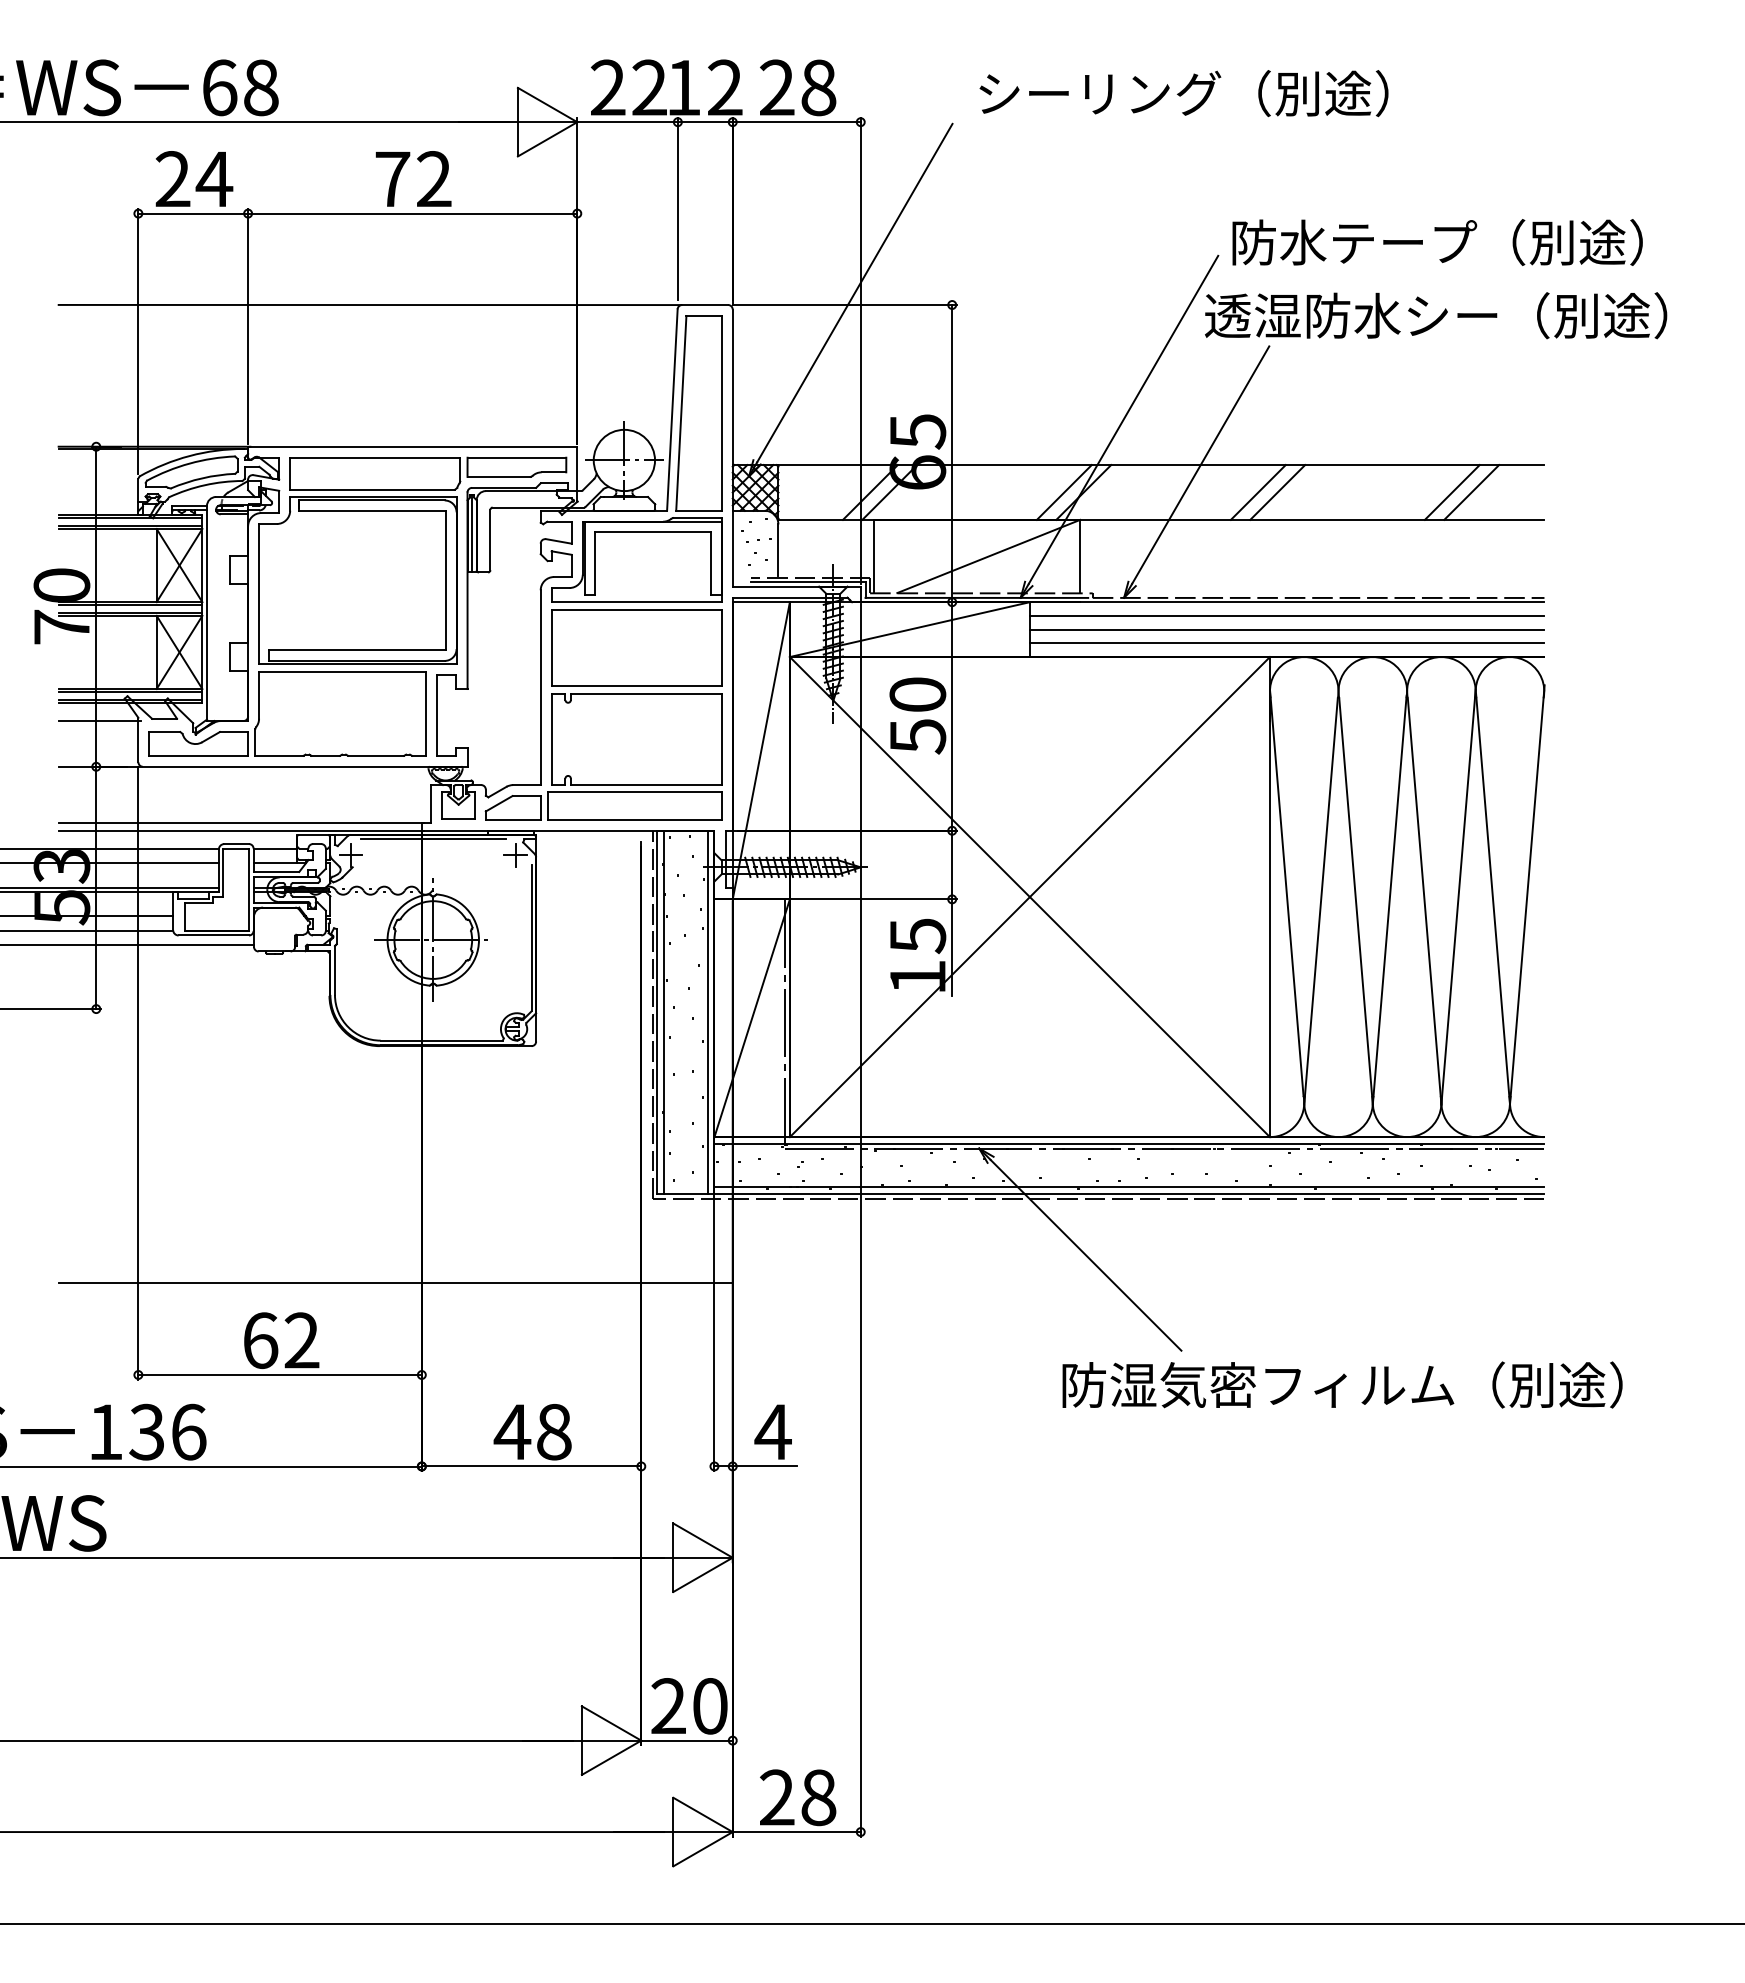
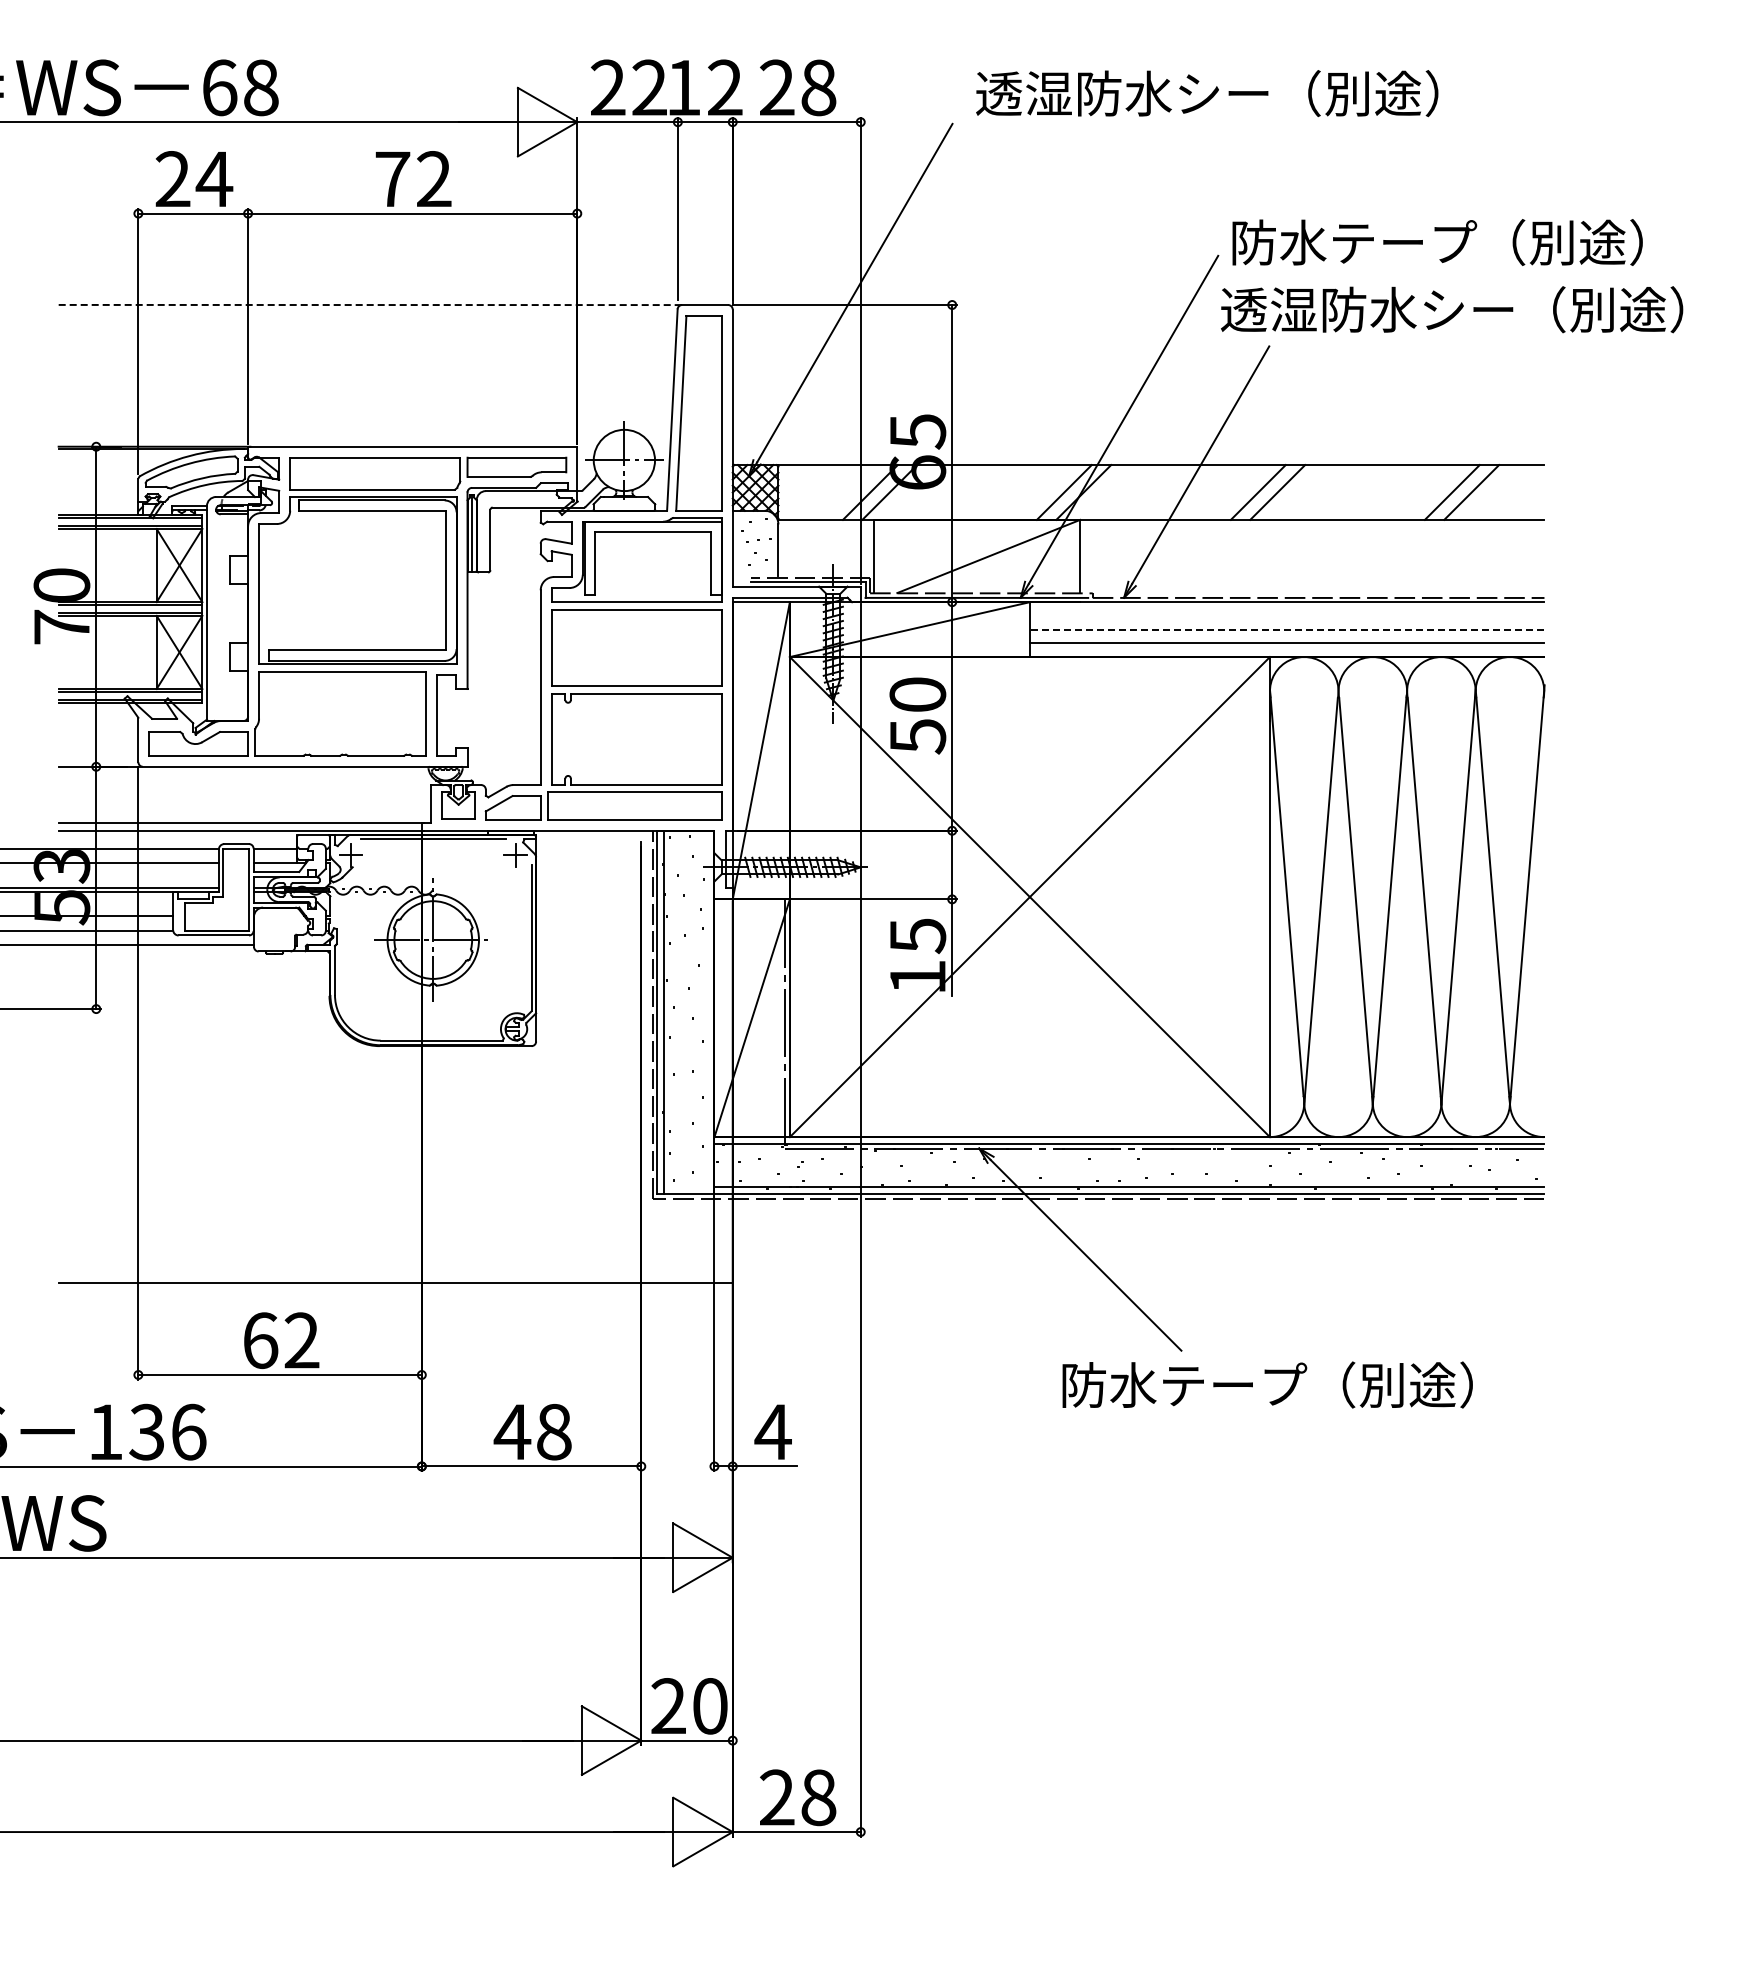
text at (1207, 93): シーリング（別途） -> 透湿防水シー（別途）
line at (370, 305): solid -> dashed
text at (1436, 315) position: (1436, 315) -> (1452, 309)
line at (1286, 615): present -> none
line at (1286, 629): solid -> dashed
line at (99, 721): present -> none
line at (707, 1012): present -> none
text at (1366, 1384): 防湿気密フィルム（別途） -> 防水テープ（別途）
line at (871, 1923): present -> none
